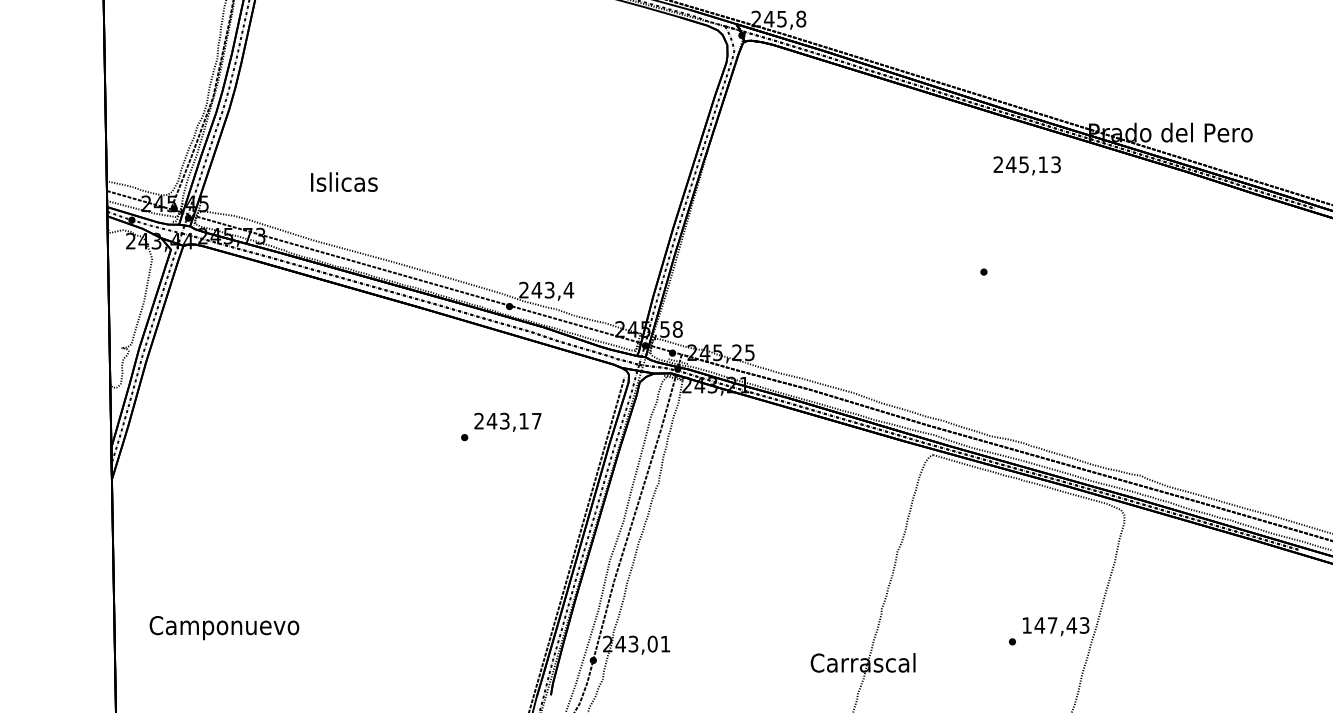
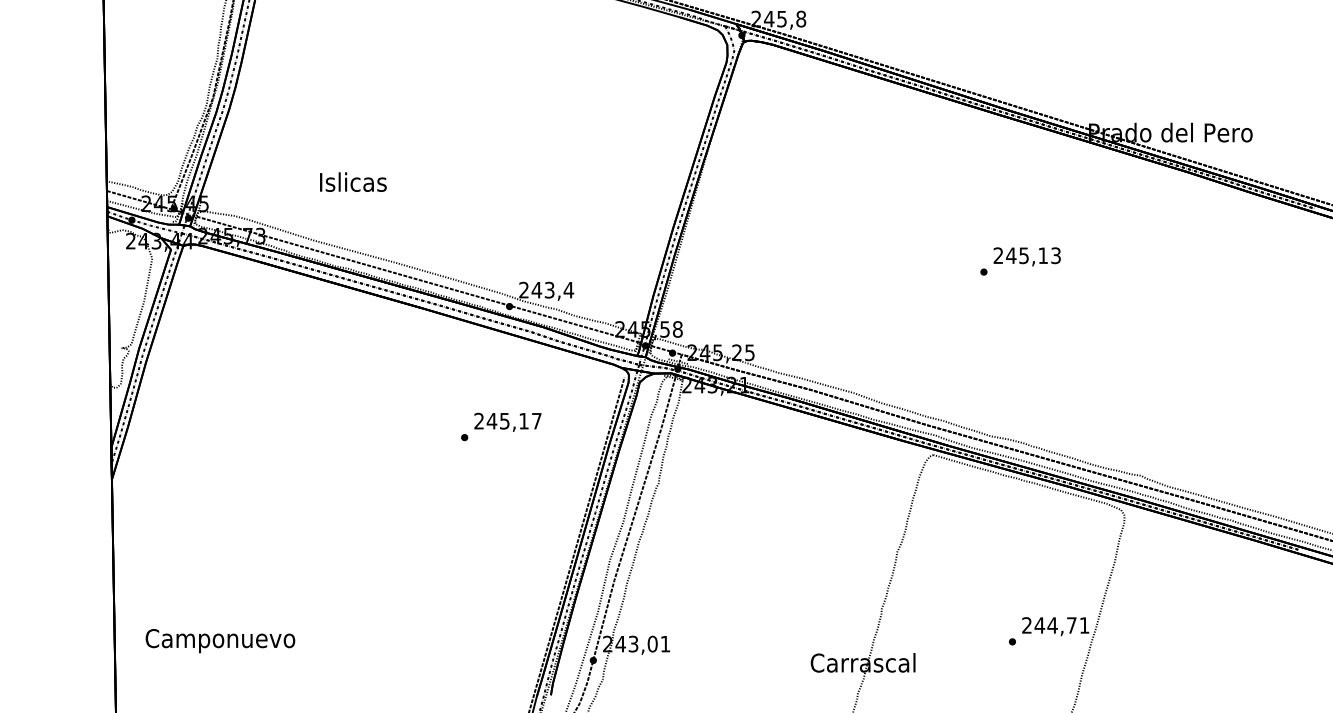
text at (1026, 165) position: (1026, 165) -> (1026, 256)
text at (344, 181) position: (344, 181) -> (353, 181)
text at (504, 420): 243,17 -> 245,17
text at (1055, 625): 147,43 -> 244,71
text at (224, 628) position: (224, 628) -> (220, 641)
